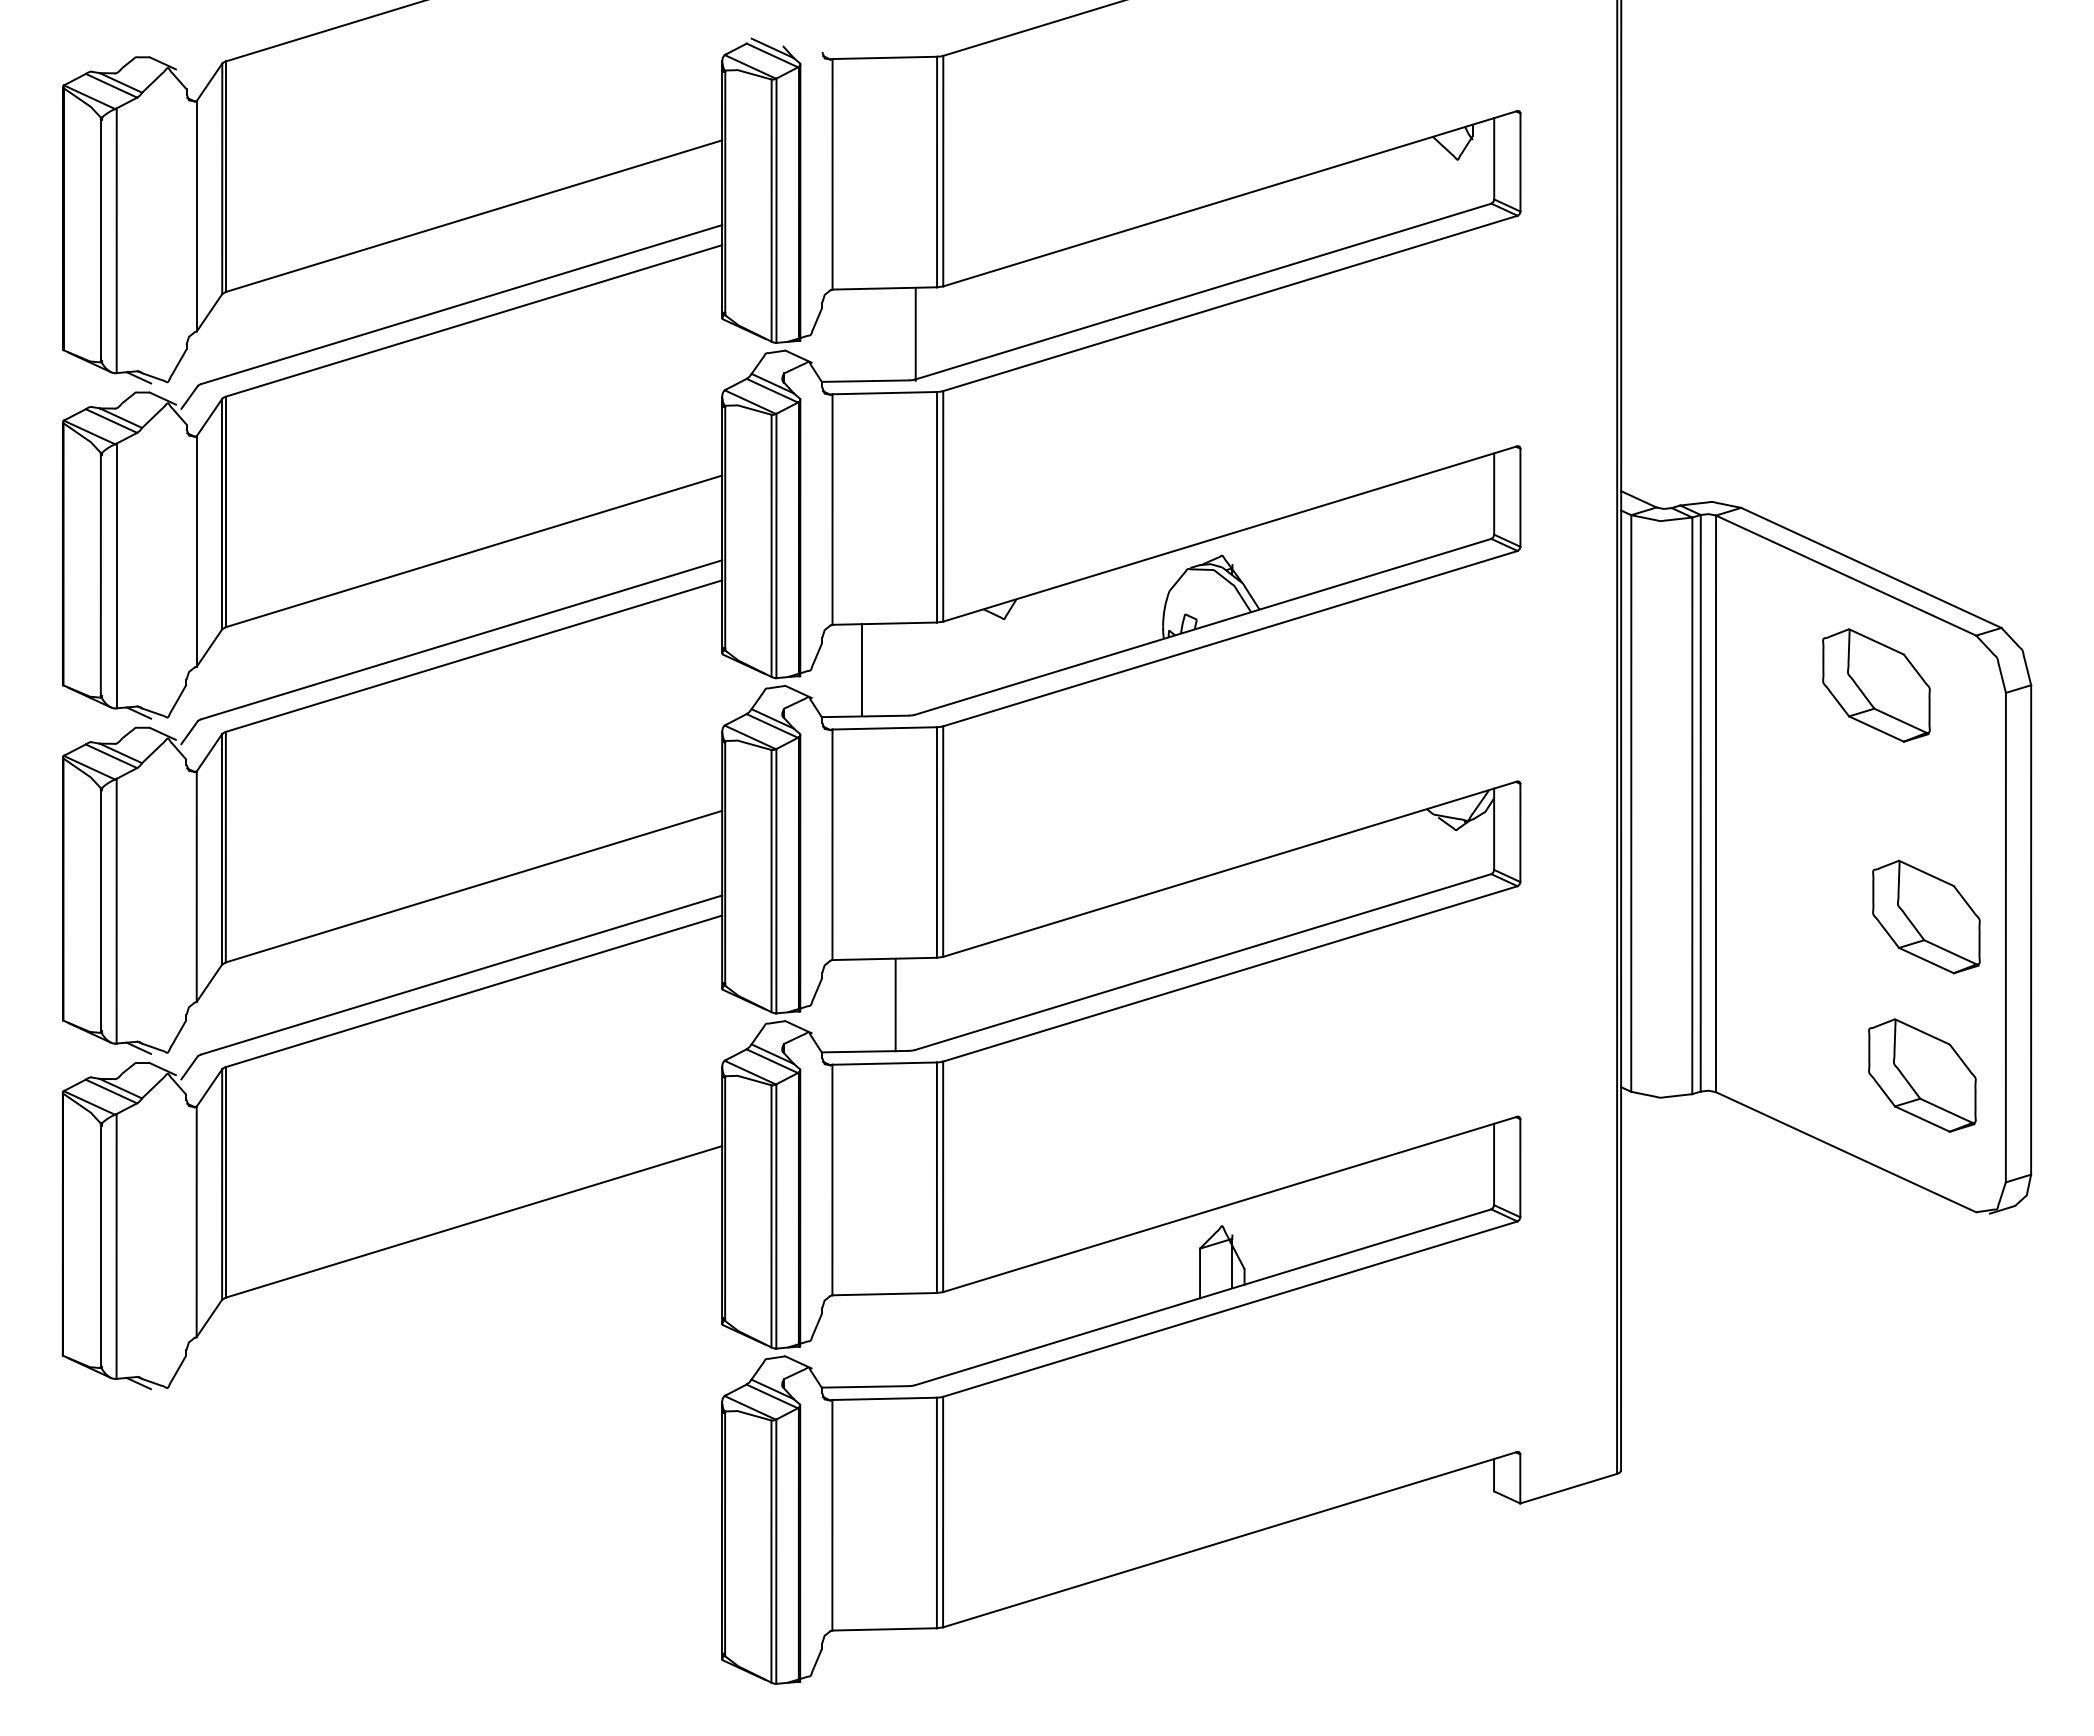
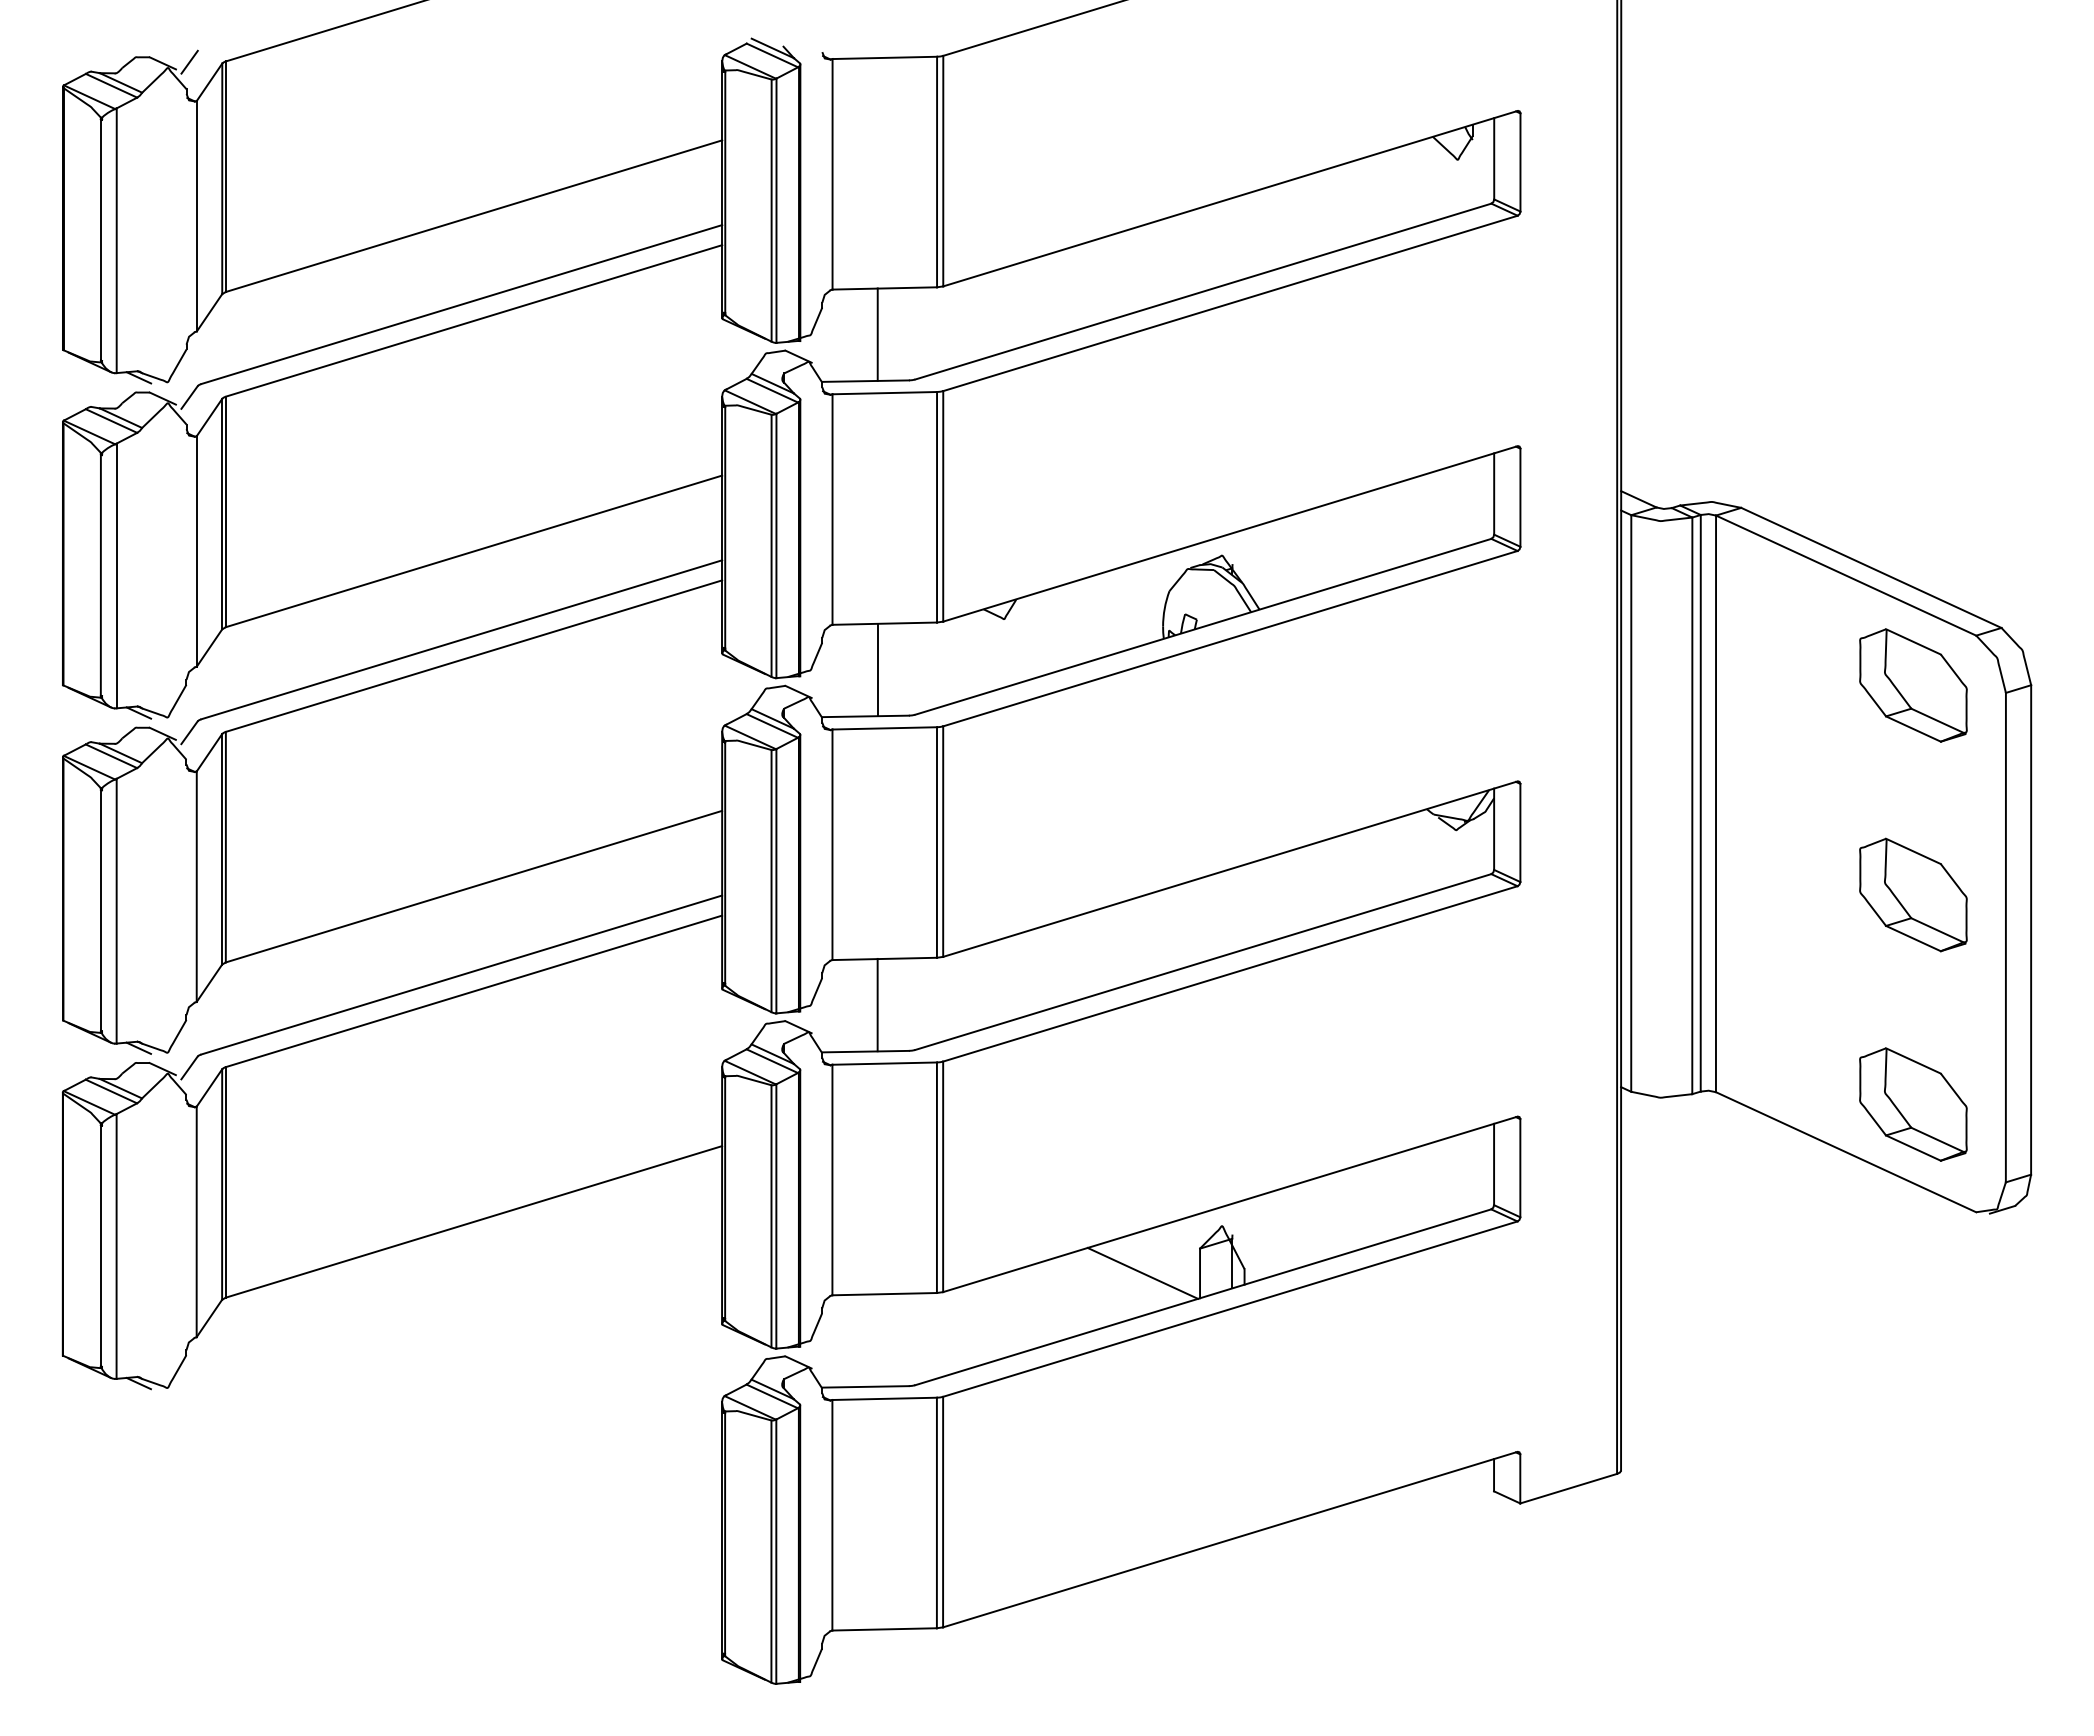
line at (189, 61): none -> present
line at (915, 334) position: (915, 334) -> (877, 334)
line at (861, 669) position: (861, 669) -> (877, 669)
part at (1876, 685) position: (1876, 685) -> (1913, 685)
part at (1926, 916) position: (1926, 916) -> (1913, 894)
line at (895, 1004) position: (895, 1004) -> (877, 1004)
part at (1922, 1075) position: (1922, 1075) -> (1913, 1104)
line at (1142, 1272): none -> present
